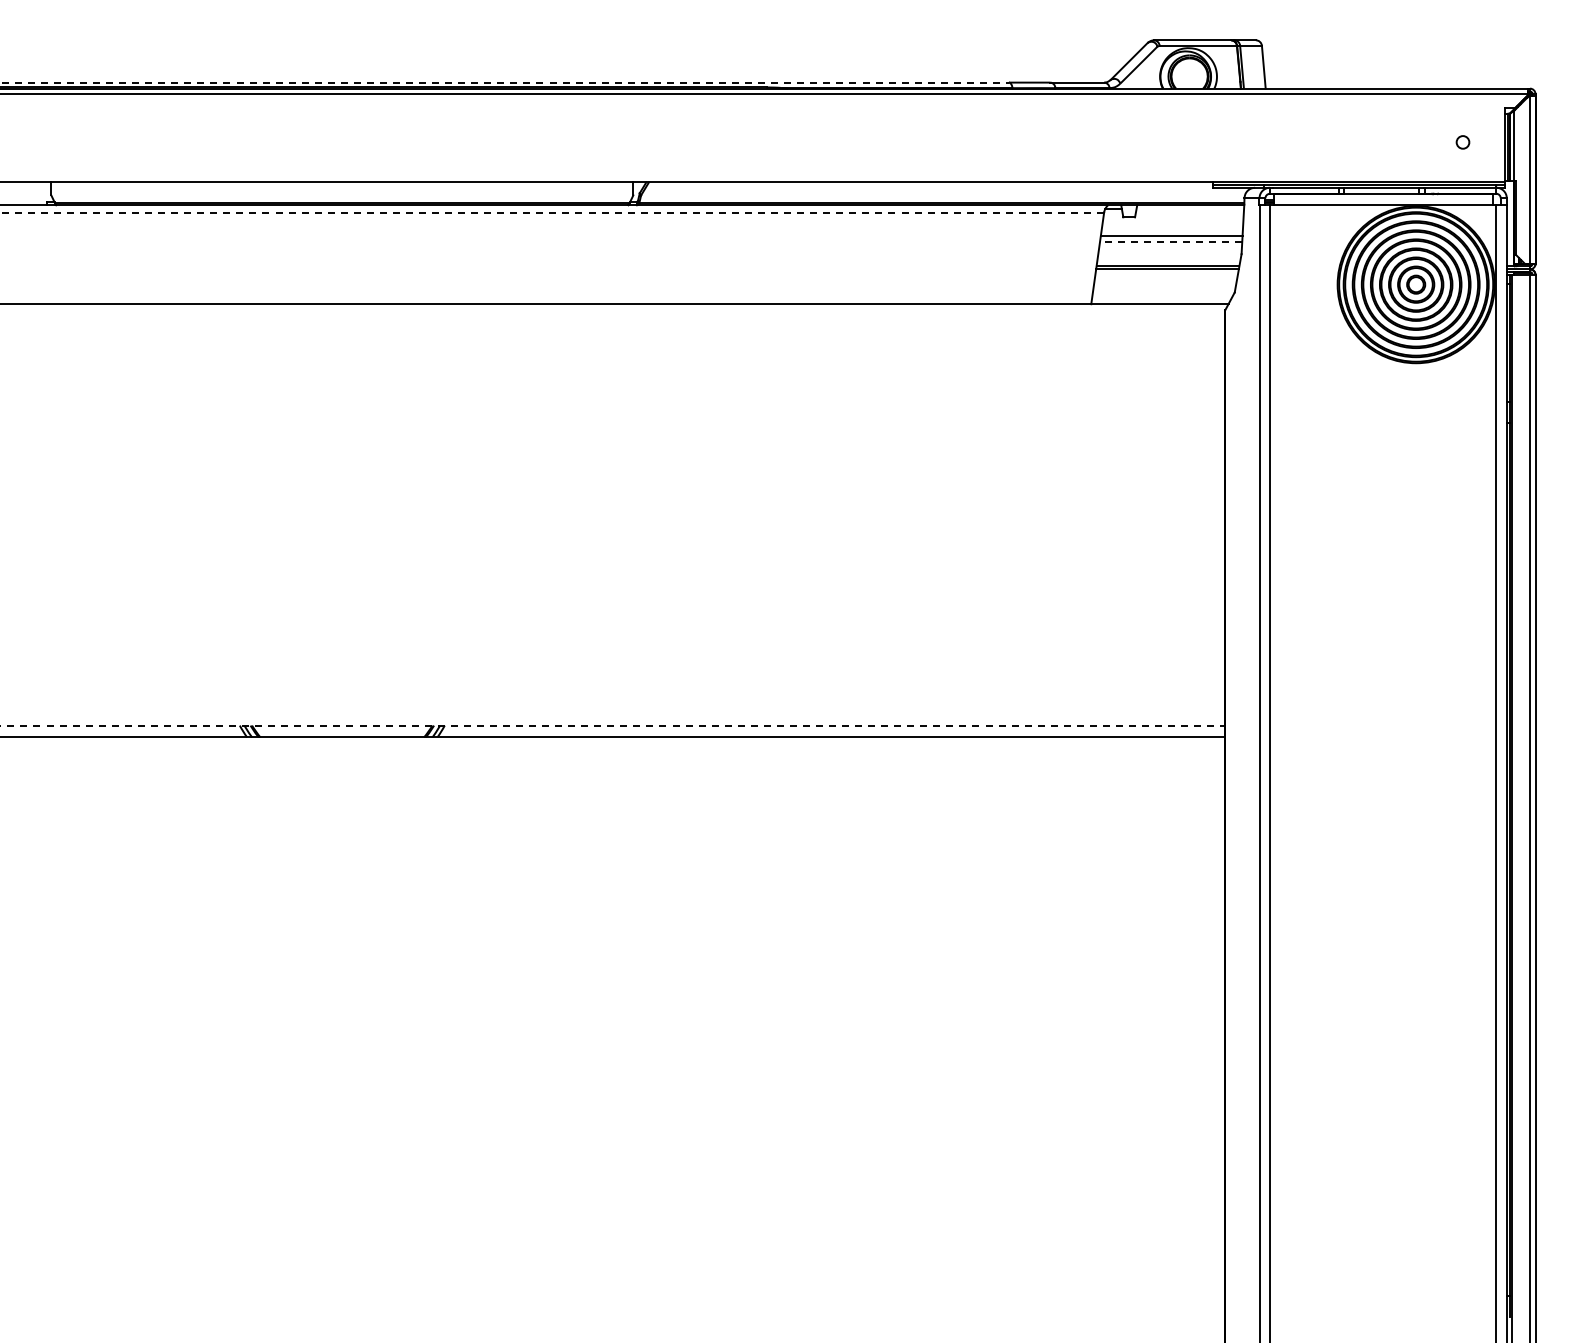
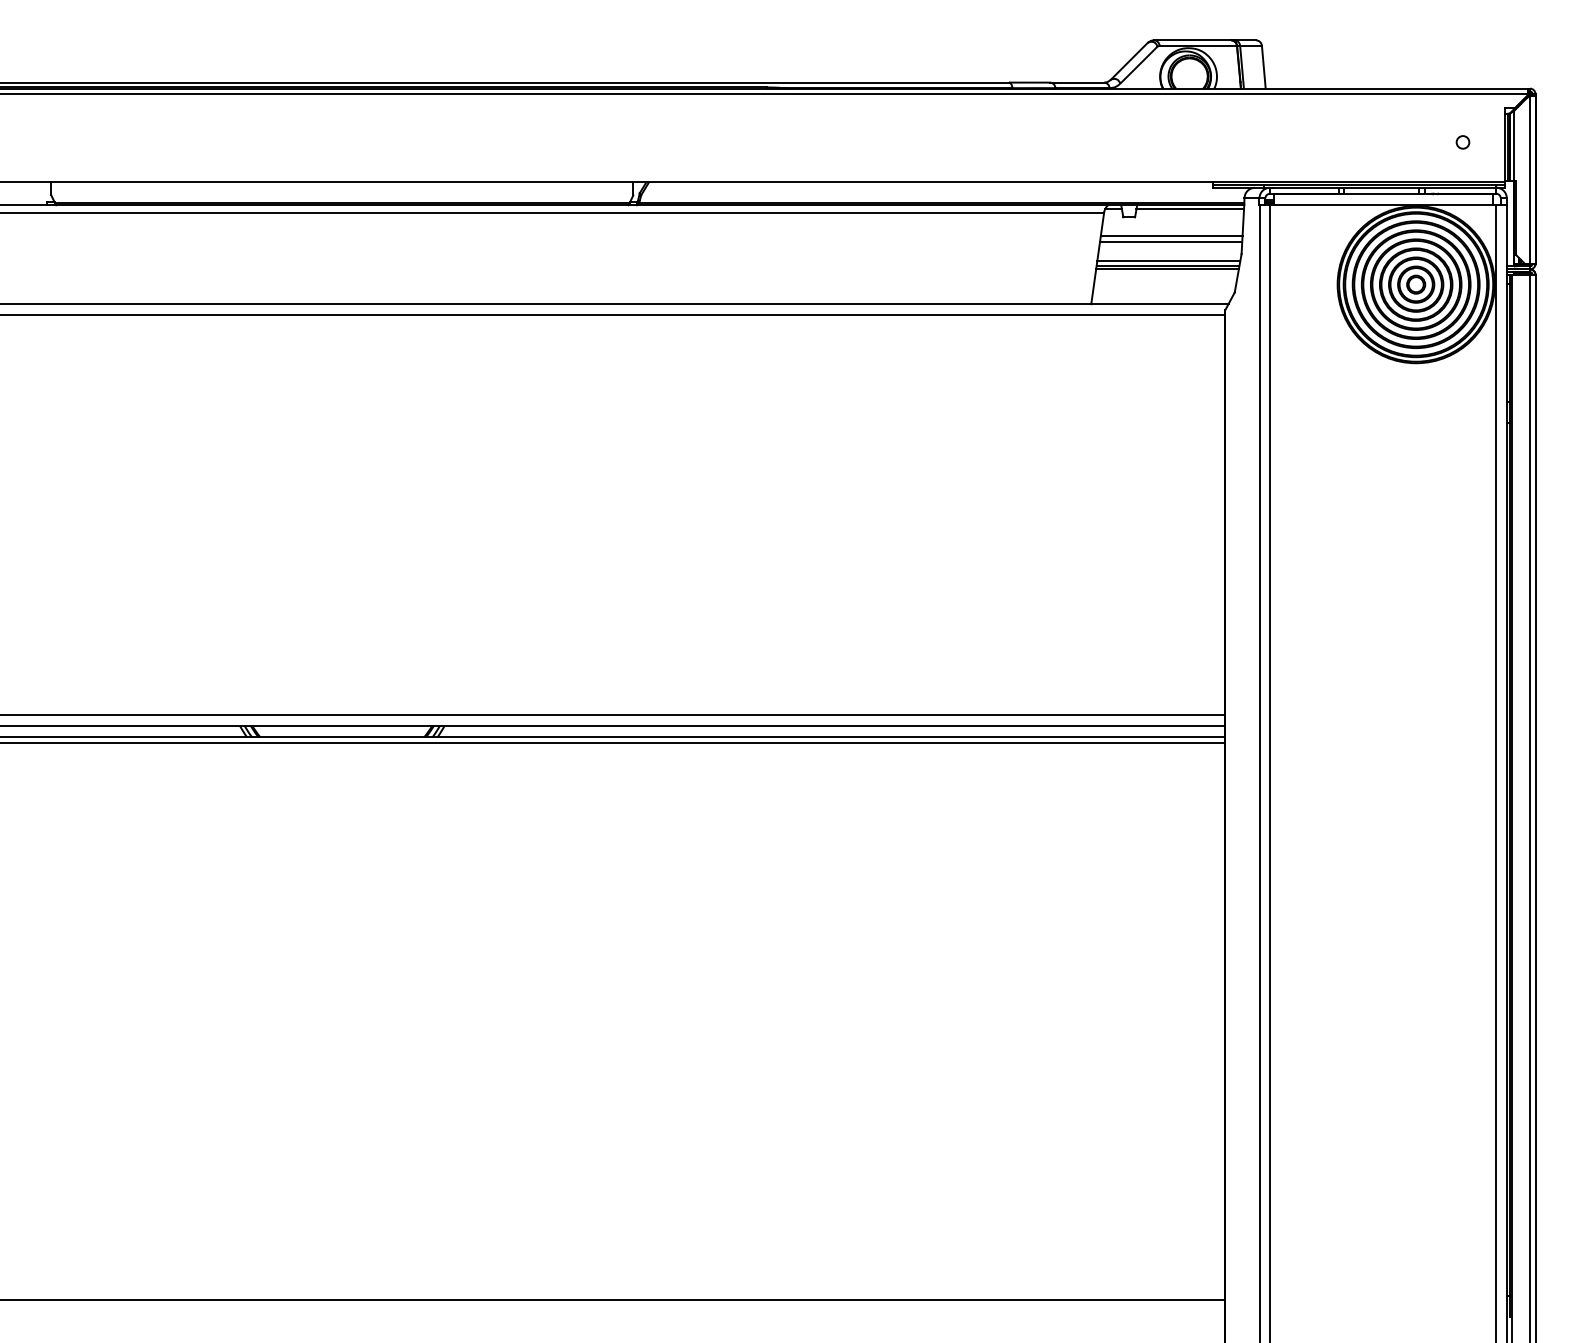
line at (505, 82): dashed -> solid
line at (1190, 209): none -> present
line at (552, 212): dashed -> solid
line at (1170, 241): dashed -> solid
line at (1168, 261): none -> present
line at (613, 314): none -> present
line at (613, 715): none -> present
line at (613, 725): dashed -> solid
line at (613, 742): none -> present
line at (613, 1299): none -> present
